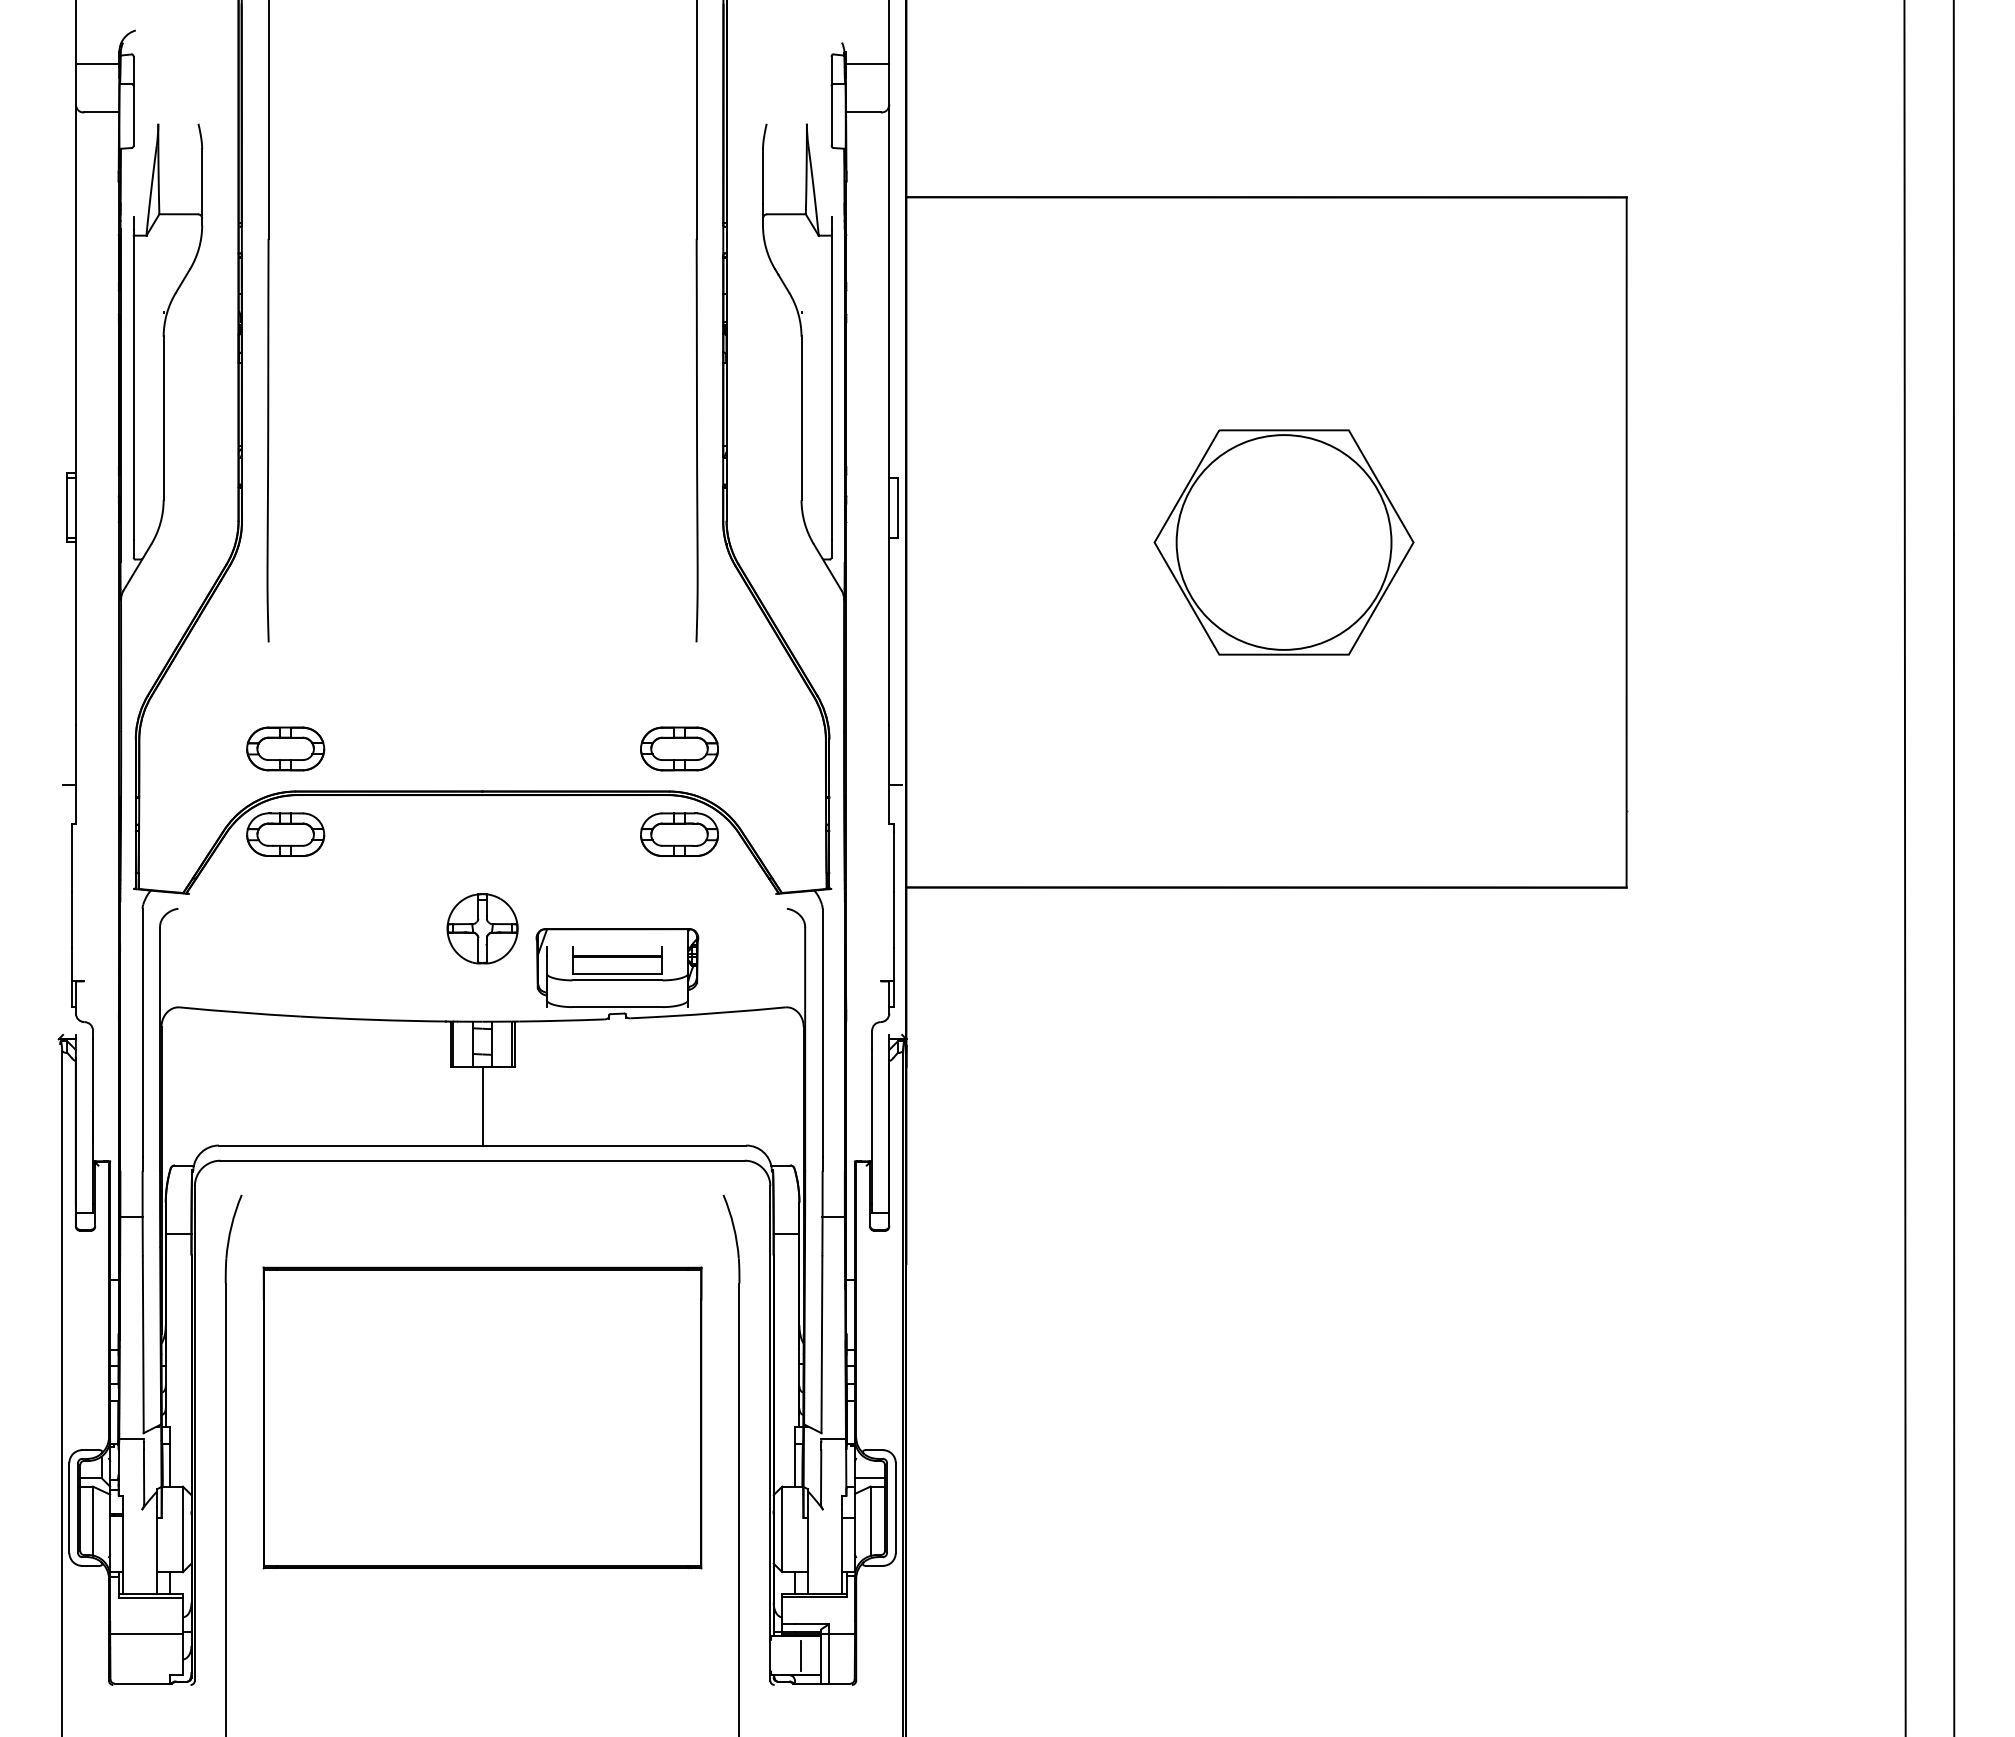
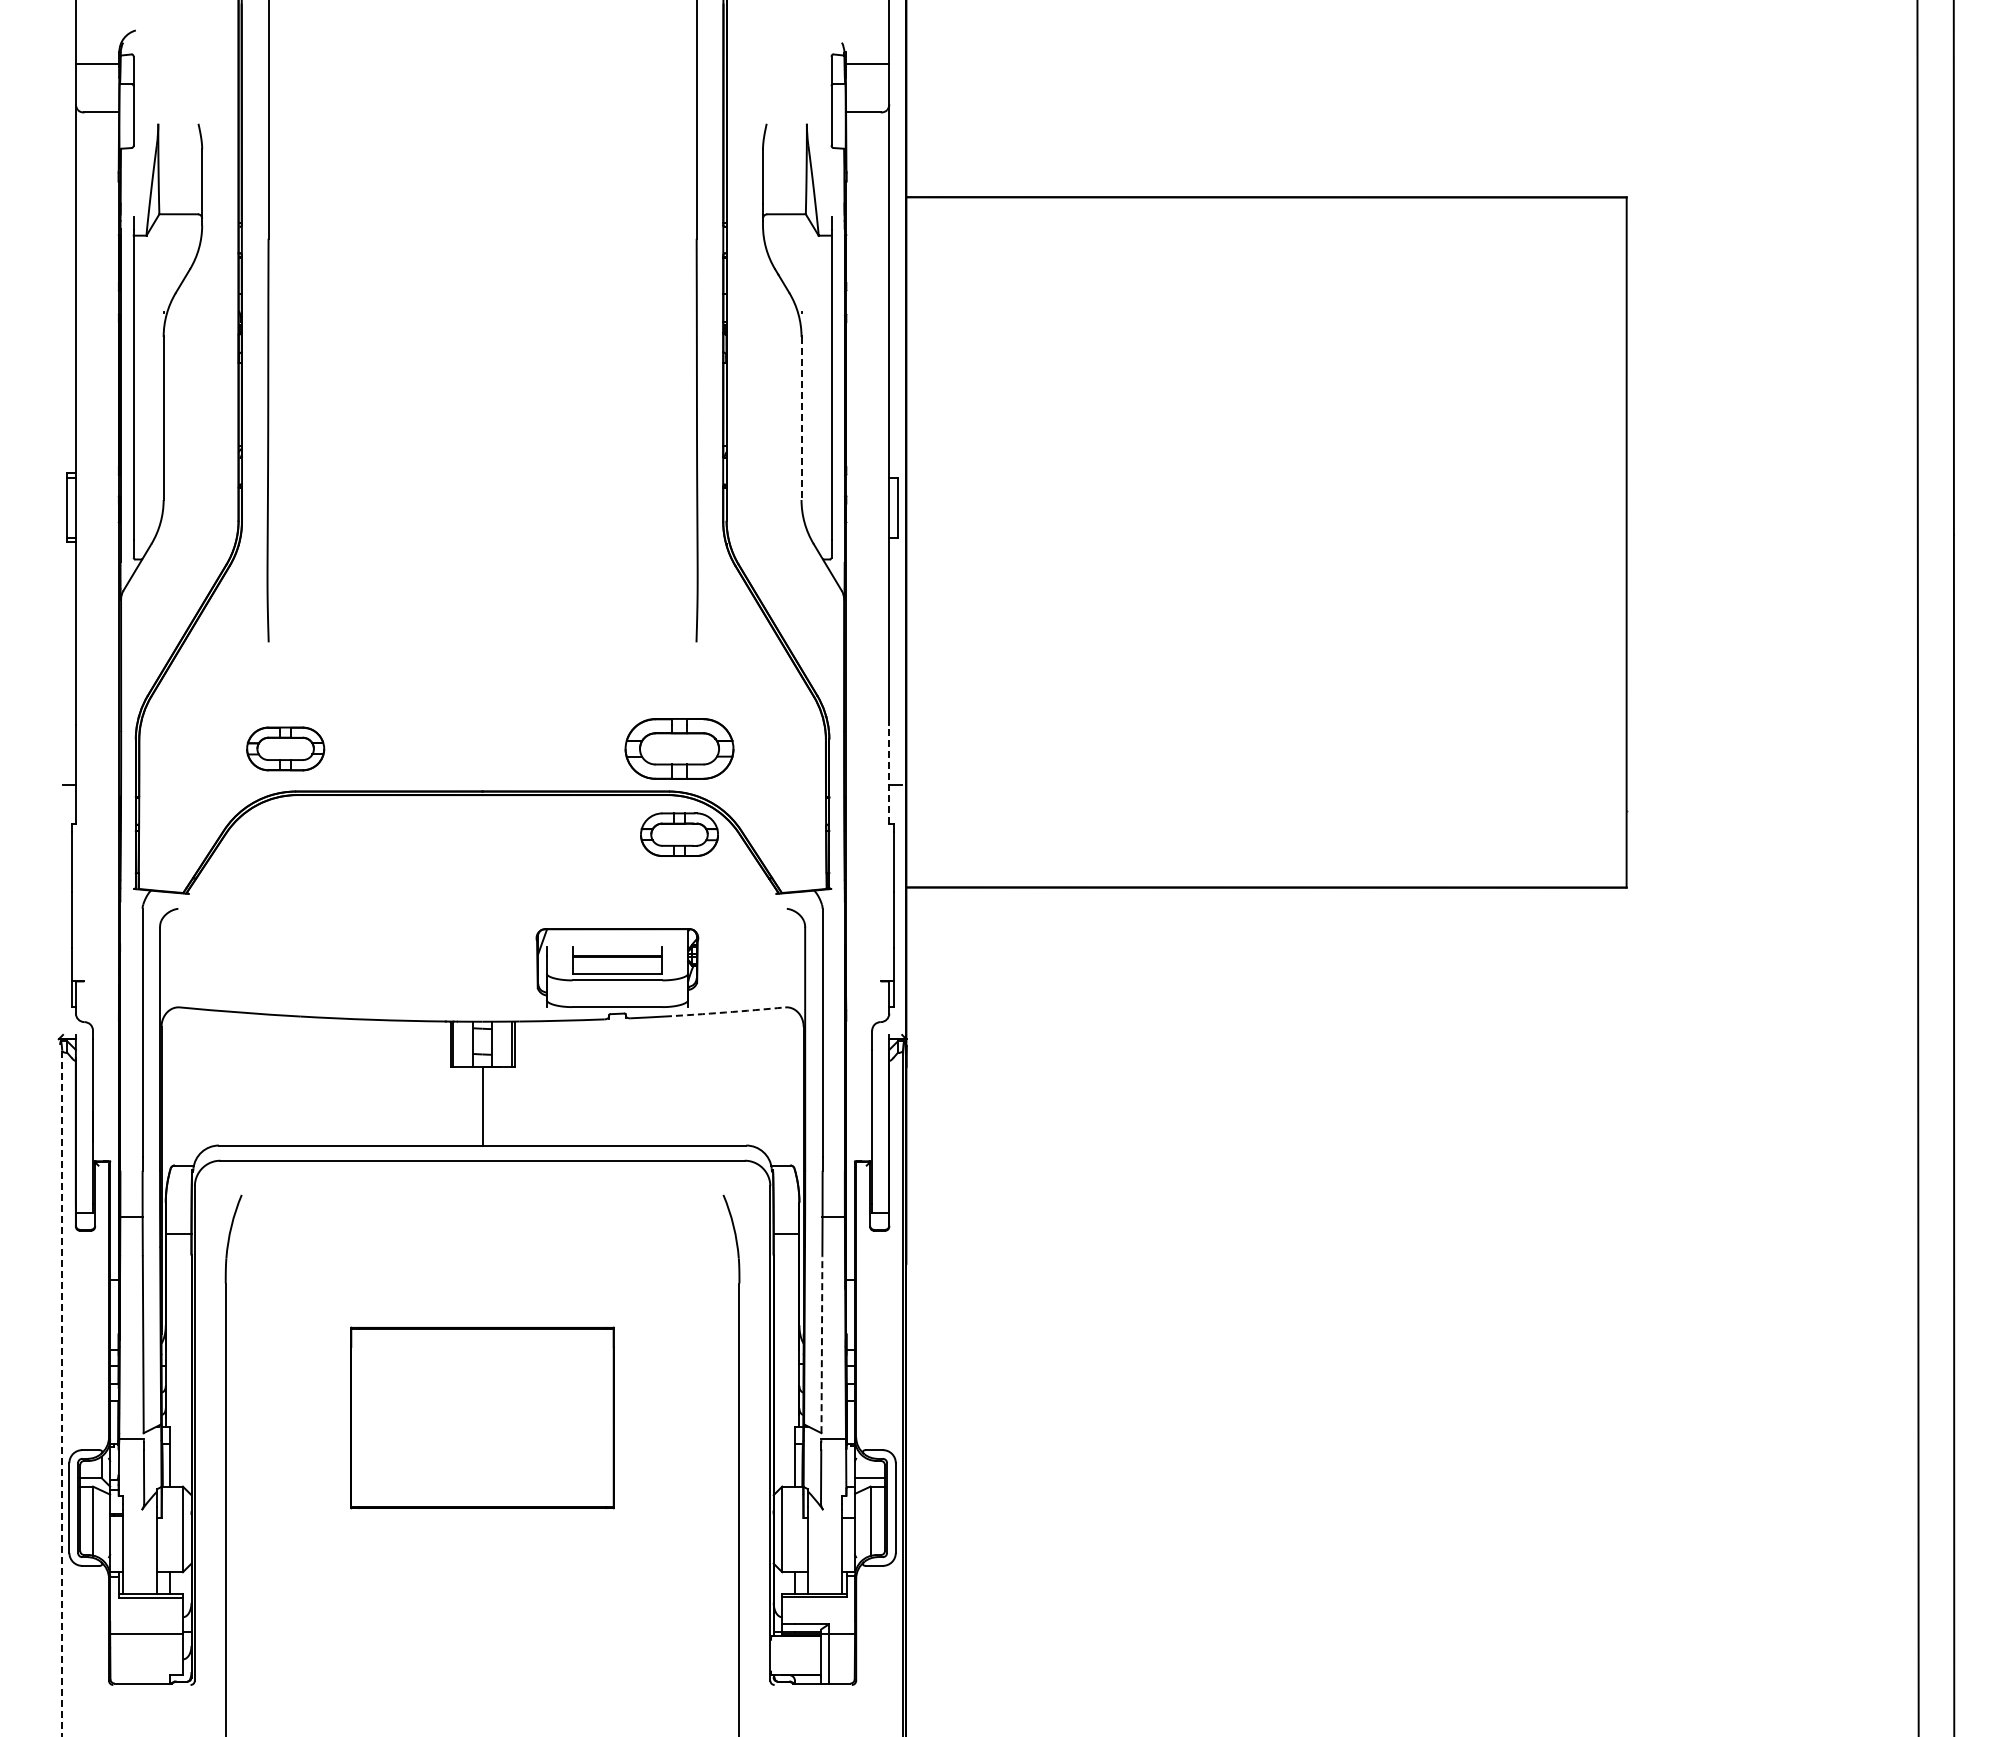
line at (801, 418): solid -> dashed
part at (1283, 542): present -> none
part at (679, 748) size: 79x46 px -> 111x62 px
line at (889, 774): solid -> dashed
part at (285, 834): present -> none
line at (1904, 867) position: (1904, 867) -> (1917, 867)
part at (482, 928): present -> none
arc at (725, 1012): solid -> dashed
line at (821, 1344): solid -> dashed
line at (62, 1393): solid -> dashed
part at (482, 1417) size: 441x304 px -> 265x184 px
line at (801, 1655): present -> none
